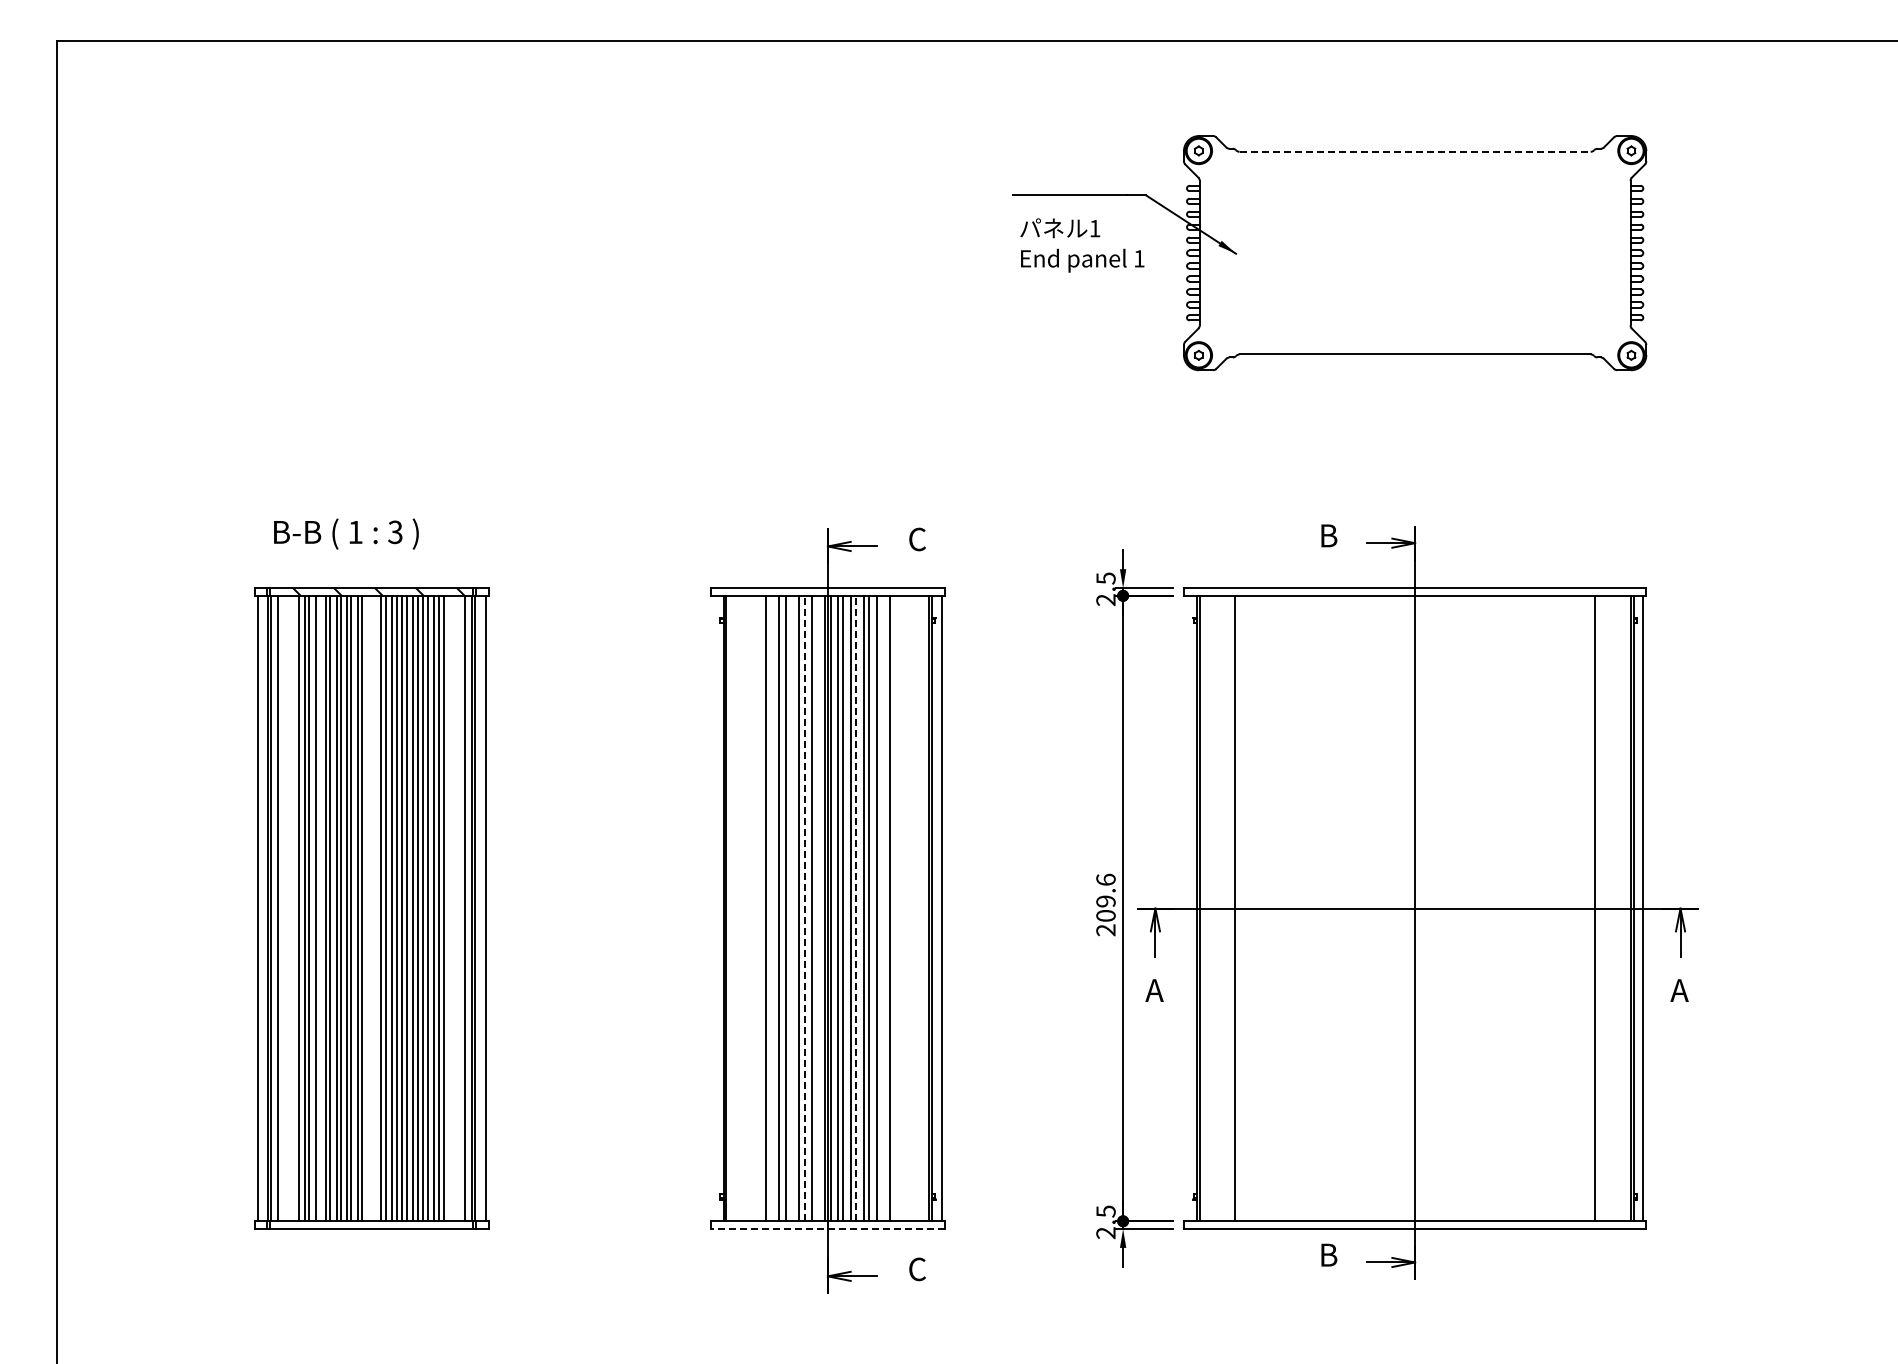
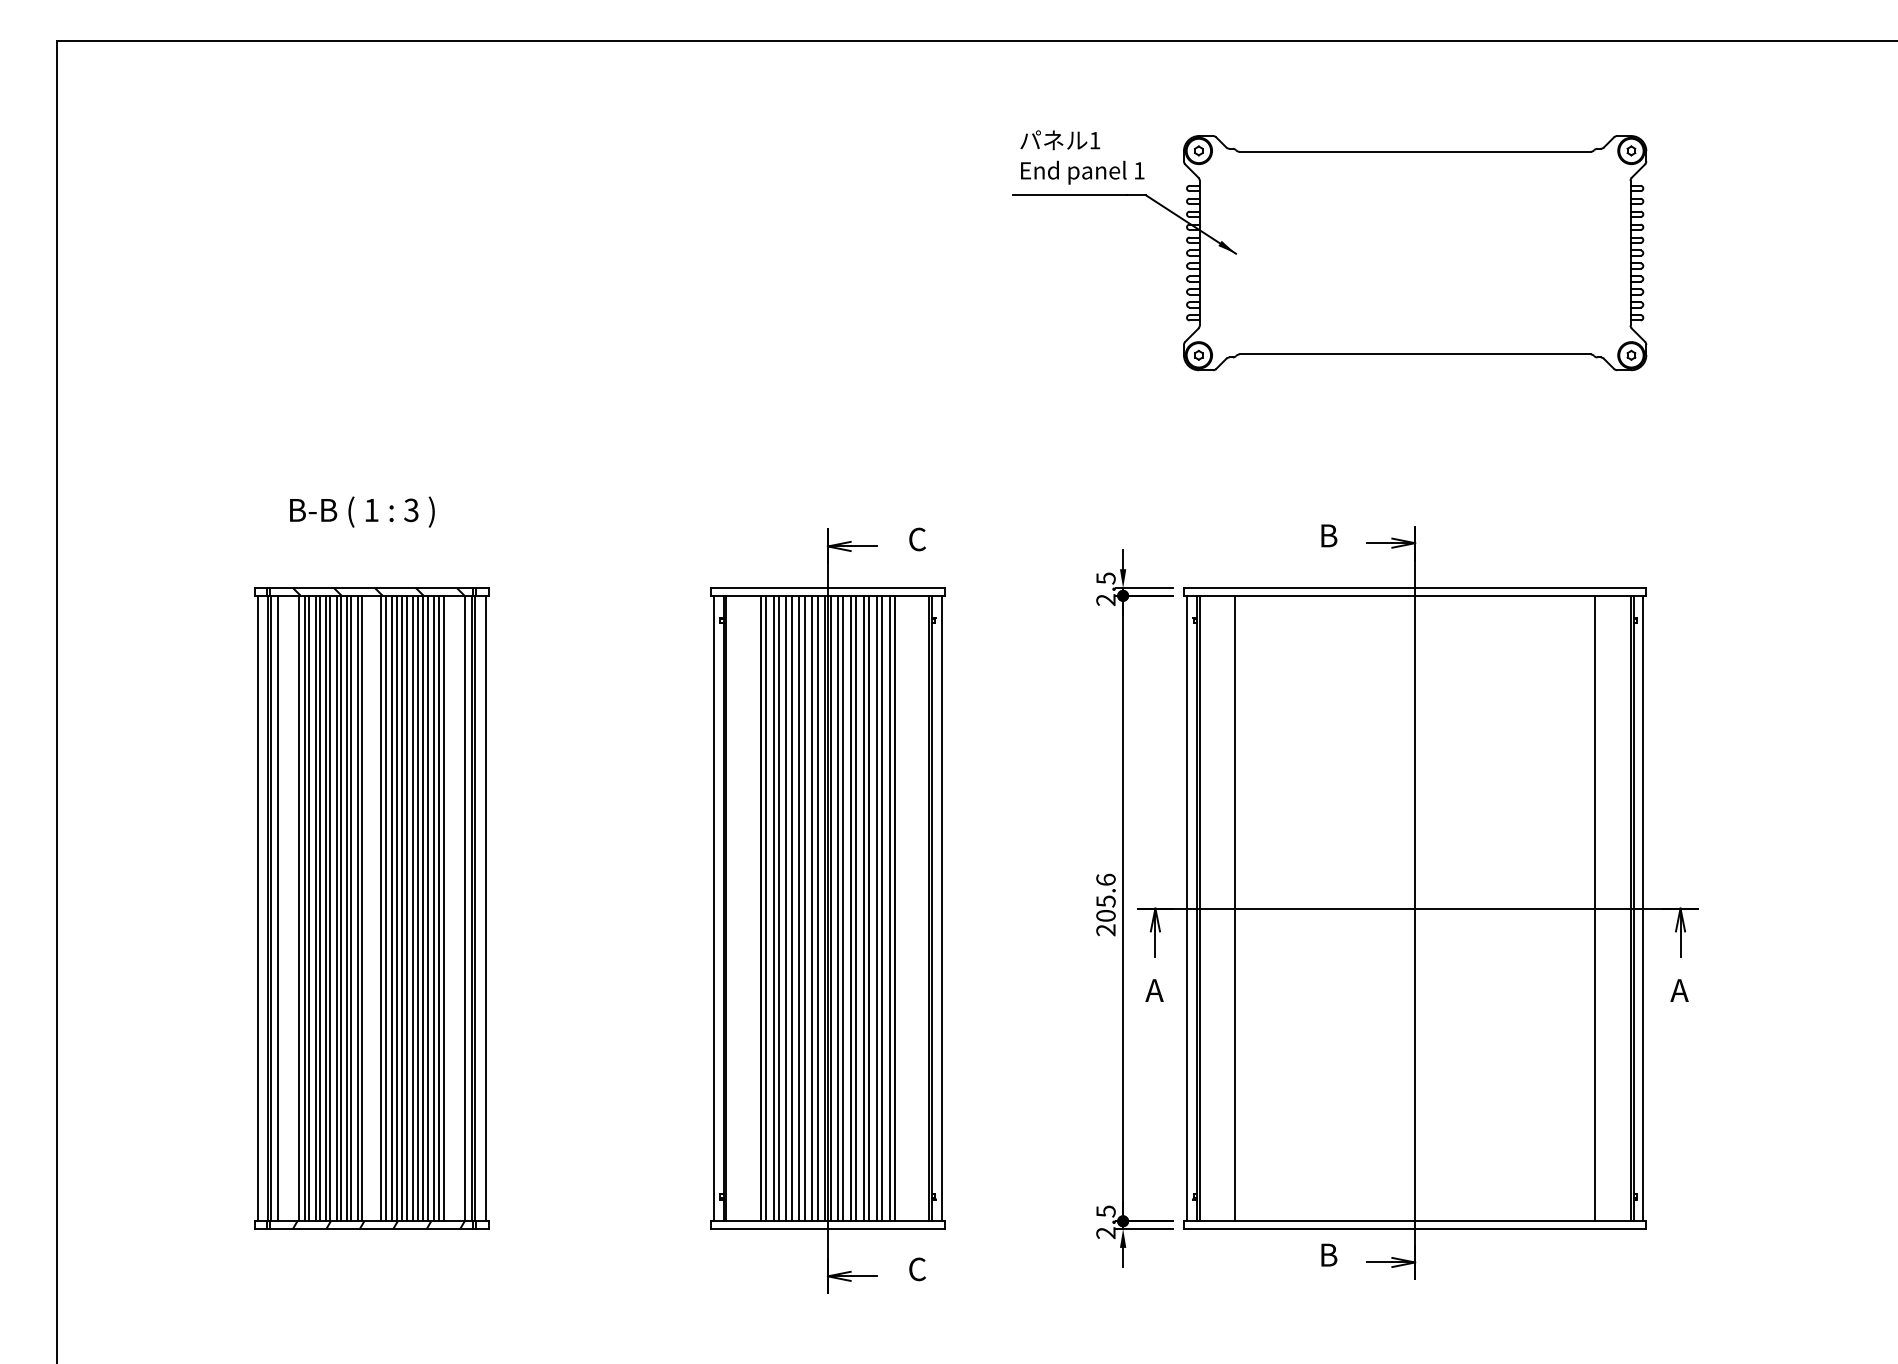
line at (1415, 151): dashed -> solid
text at (1082, 245) position: (1082, 245) -> (1082, 157)
text at (346, 533) position: (346, 533) -> (362, 511)
text at (1105, 901): 209.6 -> 205.6
line at (320, 908): none -> present
line at (713, 908): none -> present
line at (760, 908): none -> present
line at (773, 908): none -> present
line at (791, 908): none -> present
line at (804, 908): dashed -> solid
line at (817, 908): none -> present
line at (856, 908): dashed -> solid
line at (882, 908): none -> present
line at (895, 908): none -> present
line at (1187, 908): none -> present
hatch at (378, 1224): none -> present
line at (827, 1228): dashed -> solid
